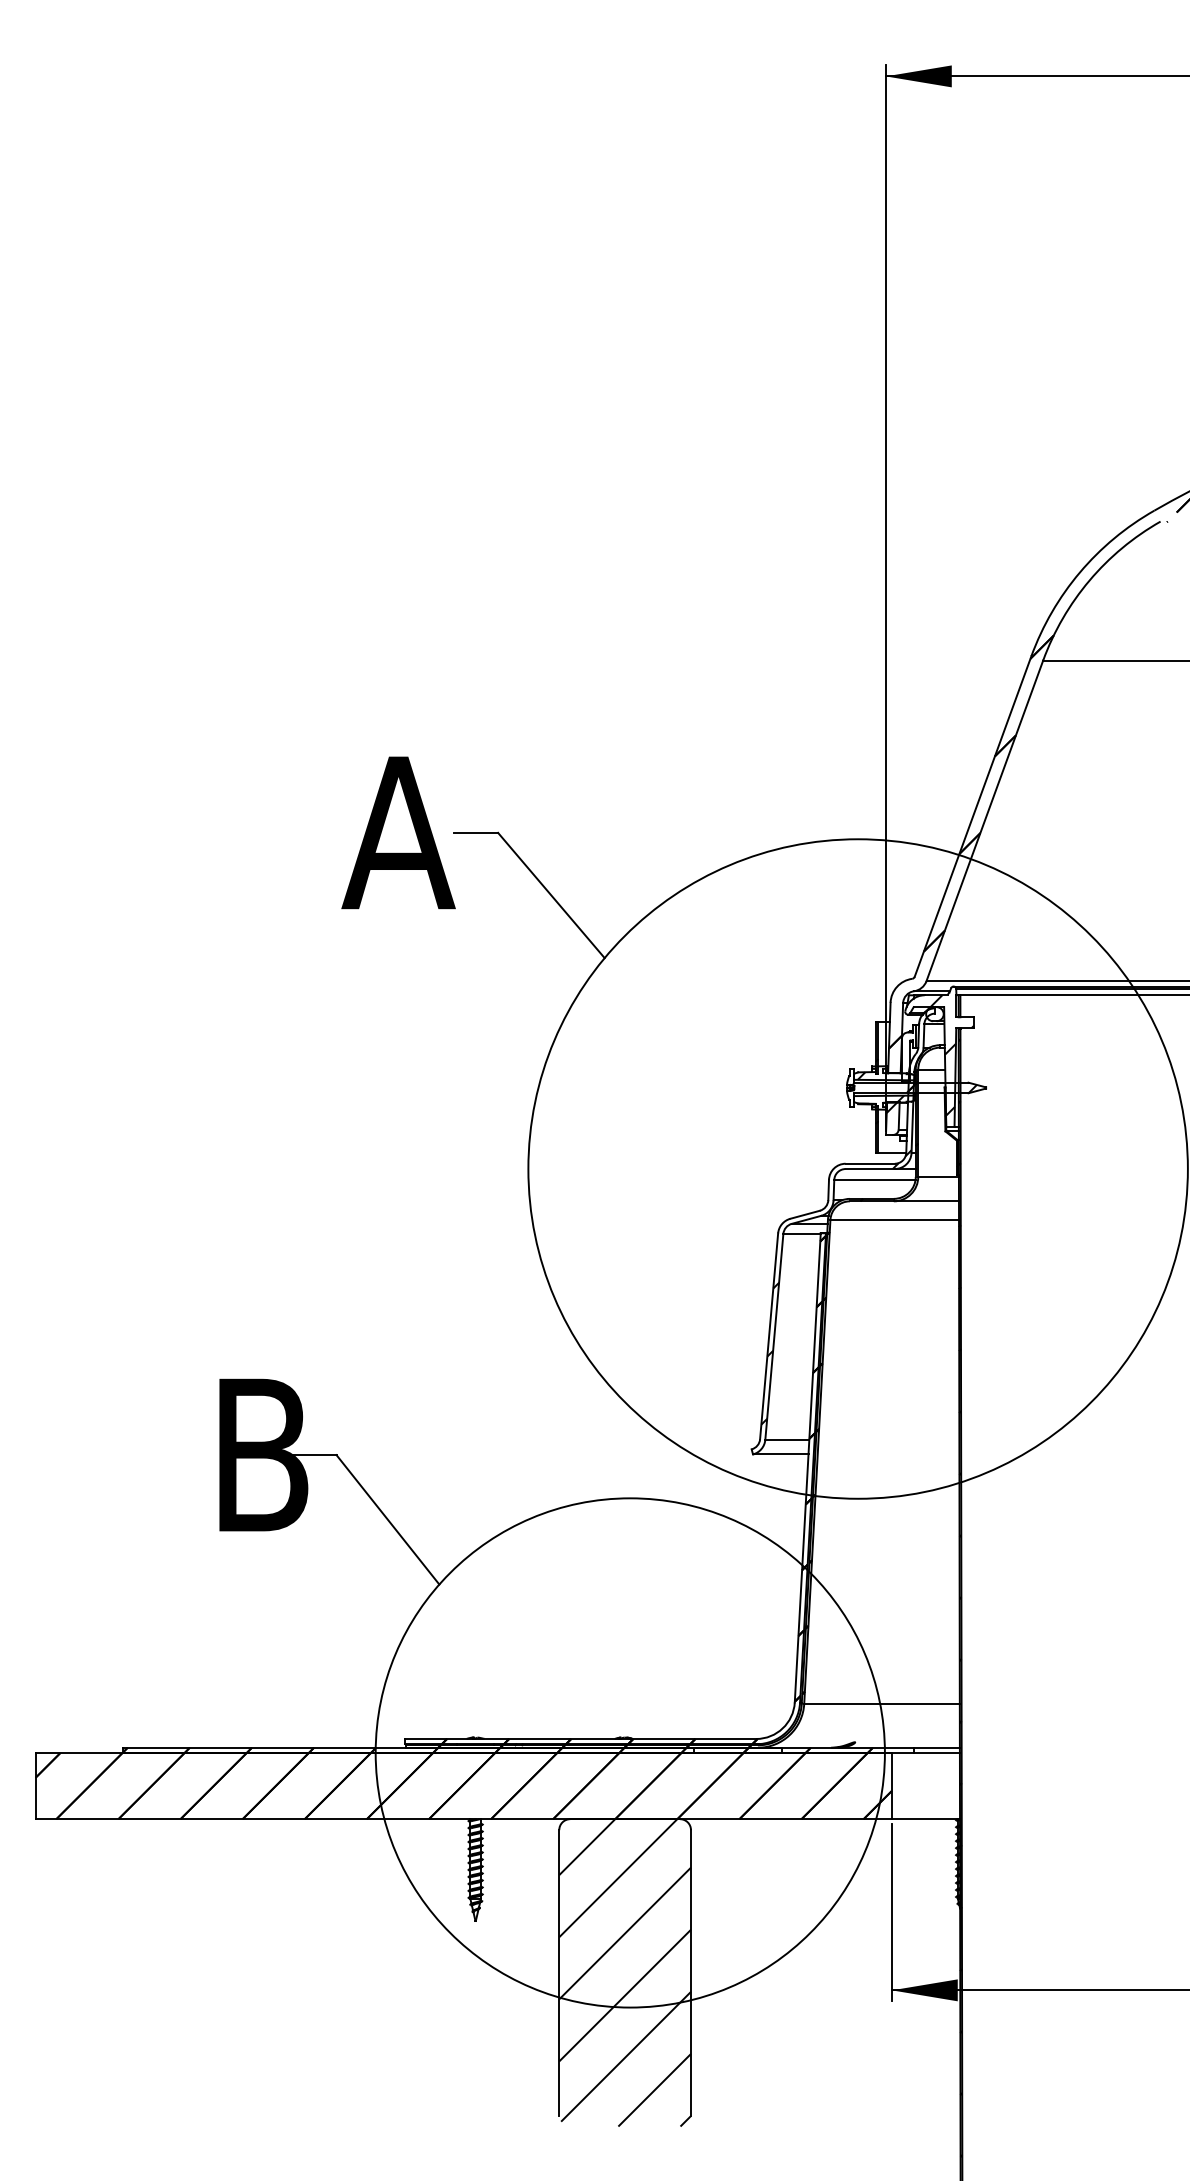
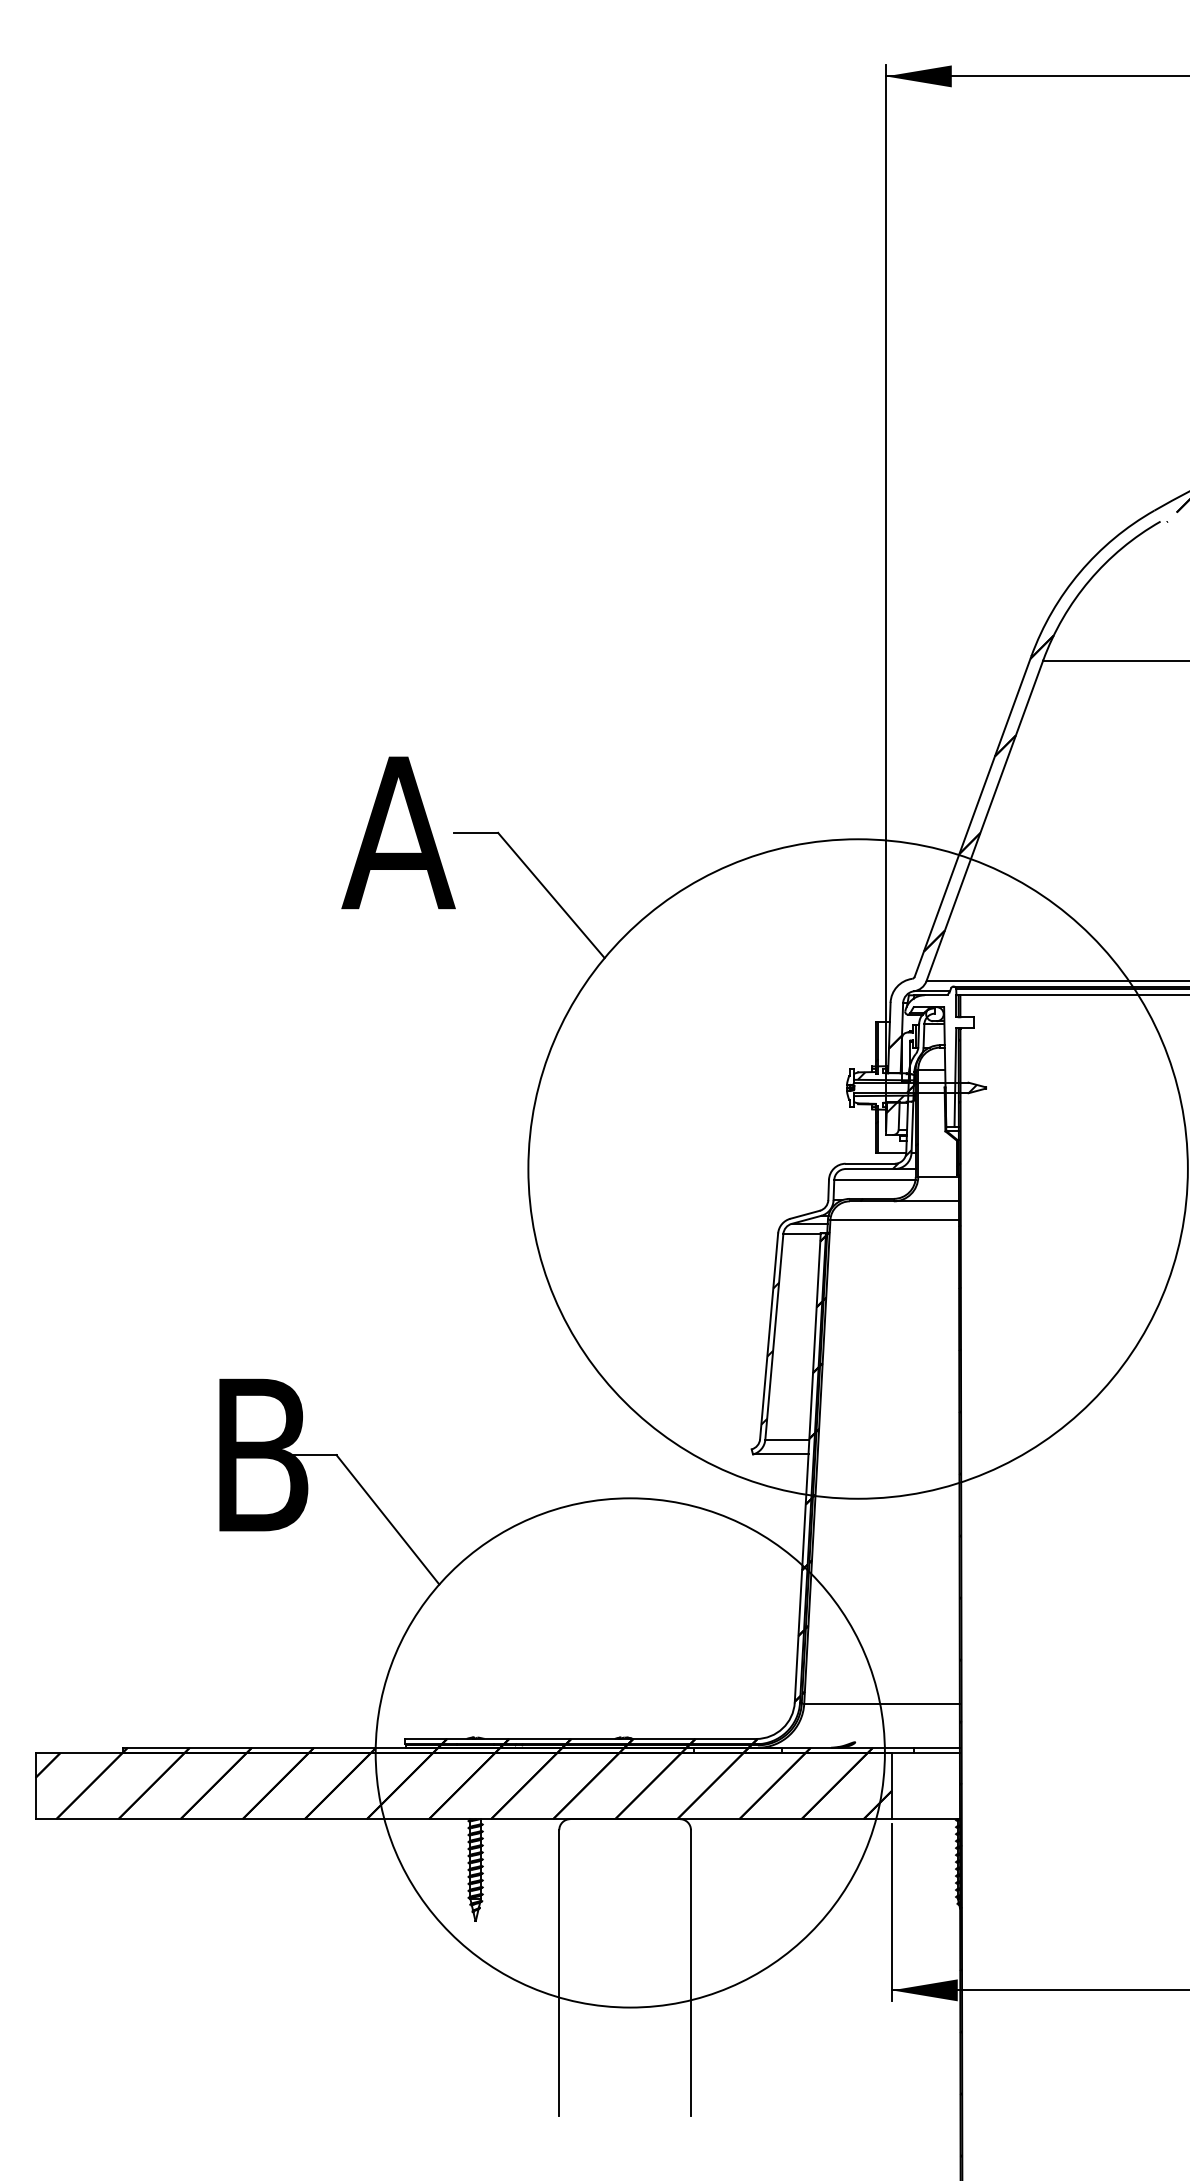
hatch at (952, 1055): present -> none
hatch at (625, 1972): present -> none
